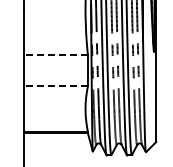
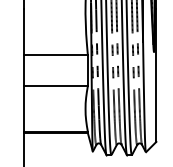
line at (55, 55): dashed -> solid
line at (55, 86): dashed -> solid
